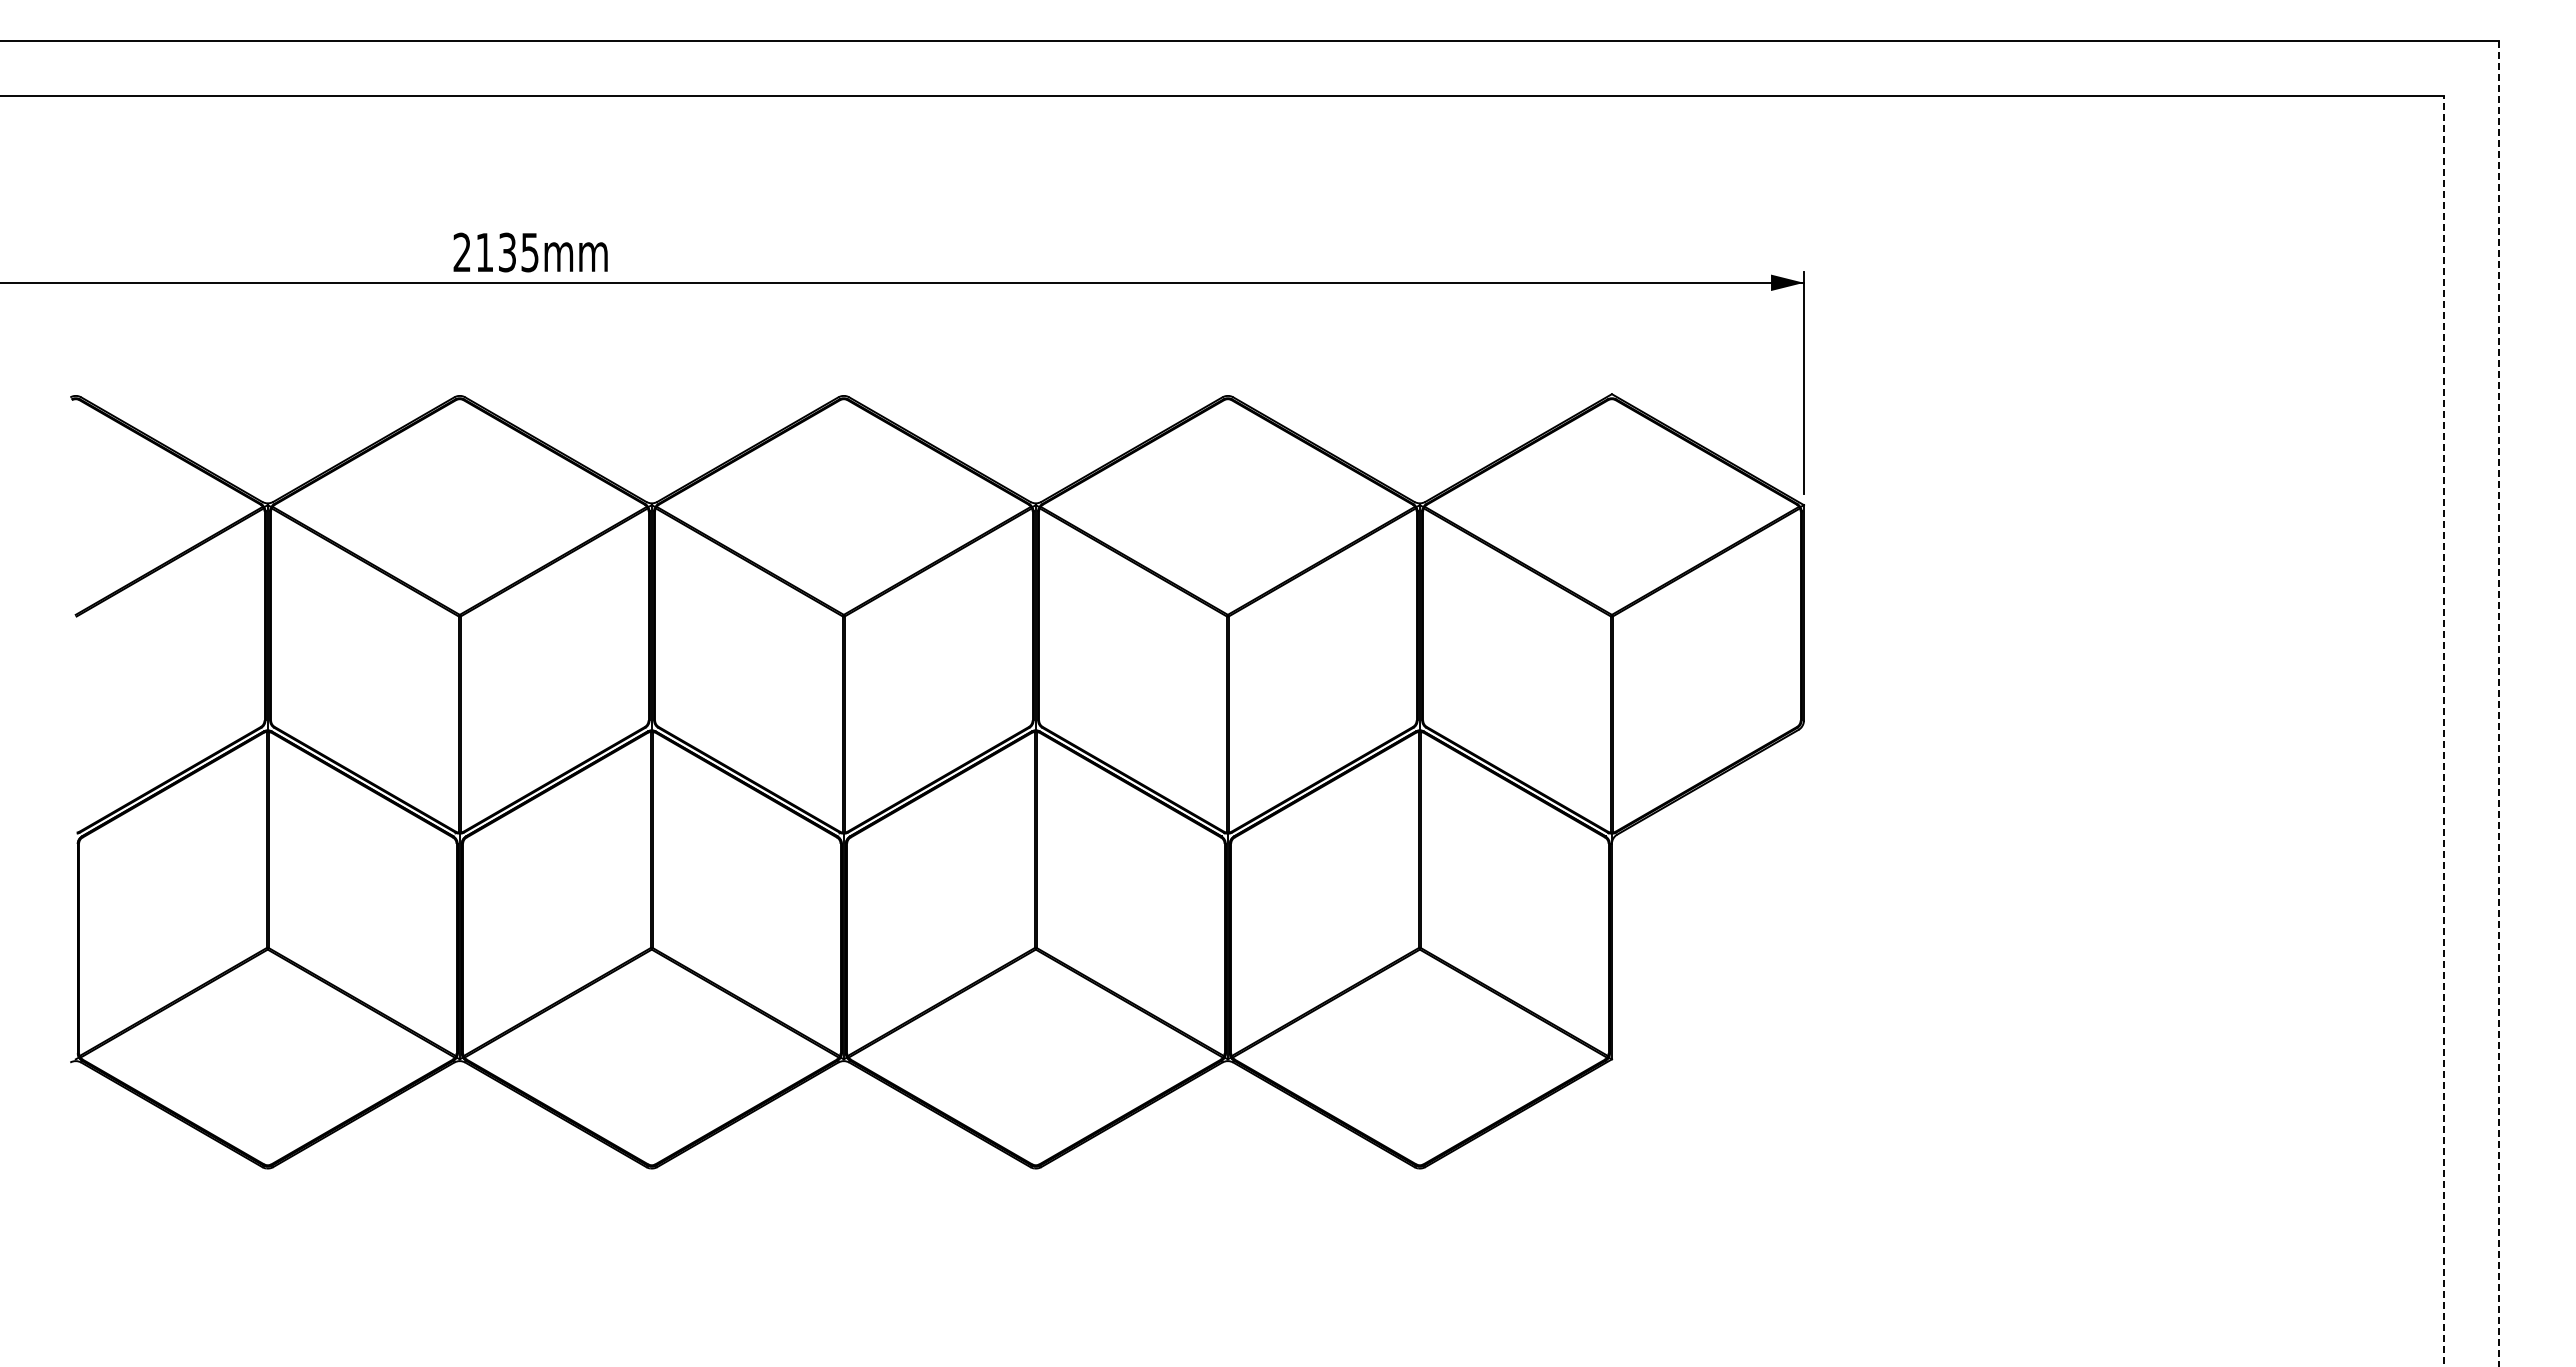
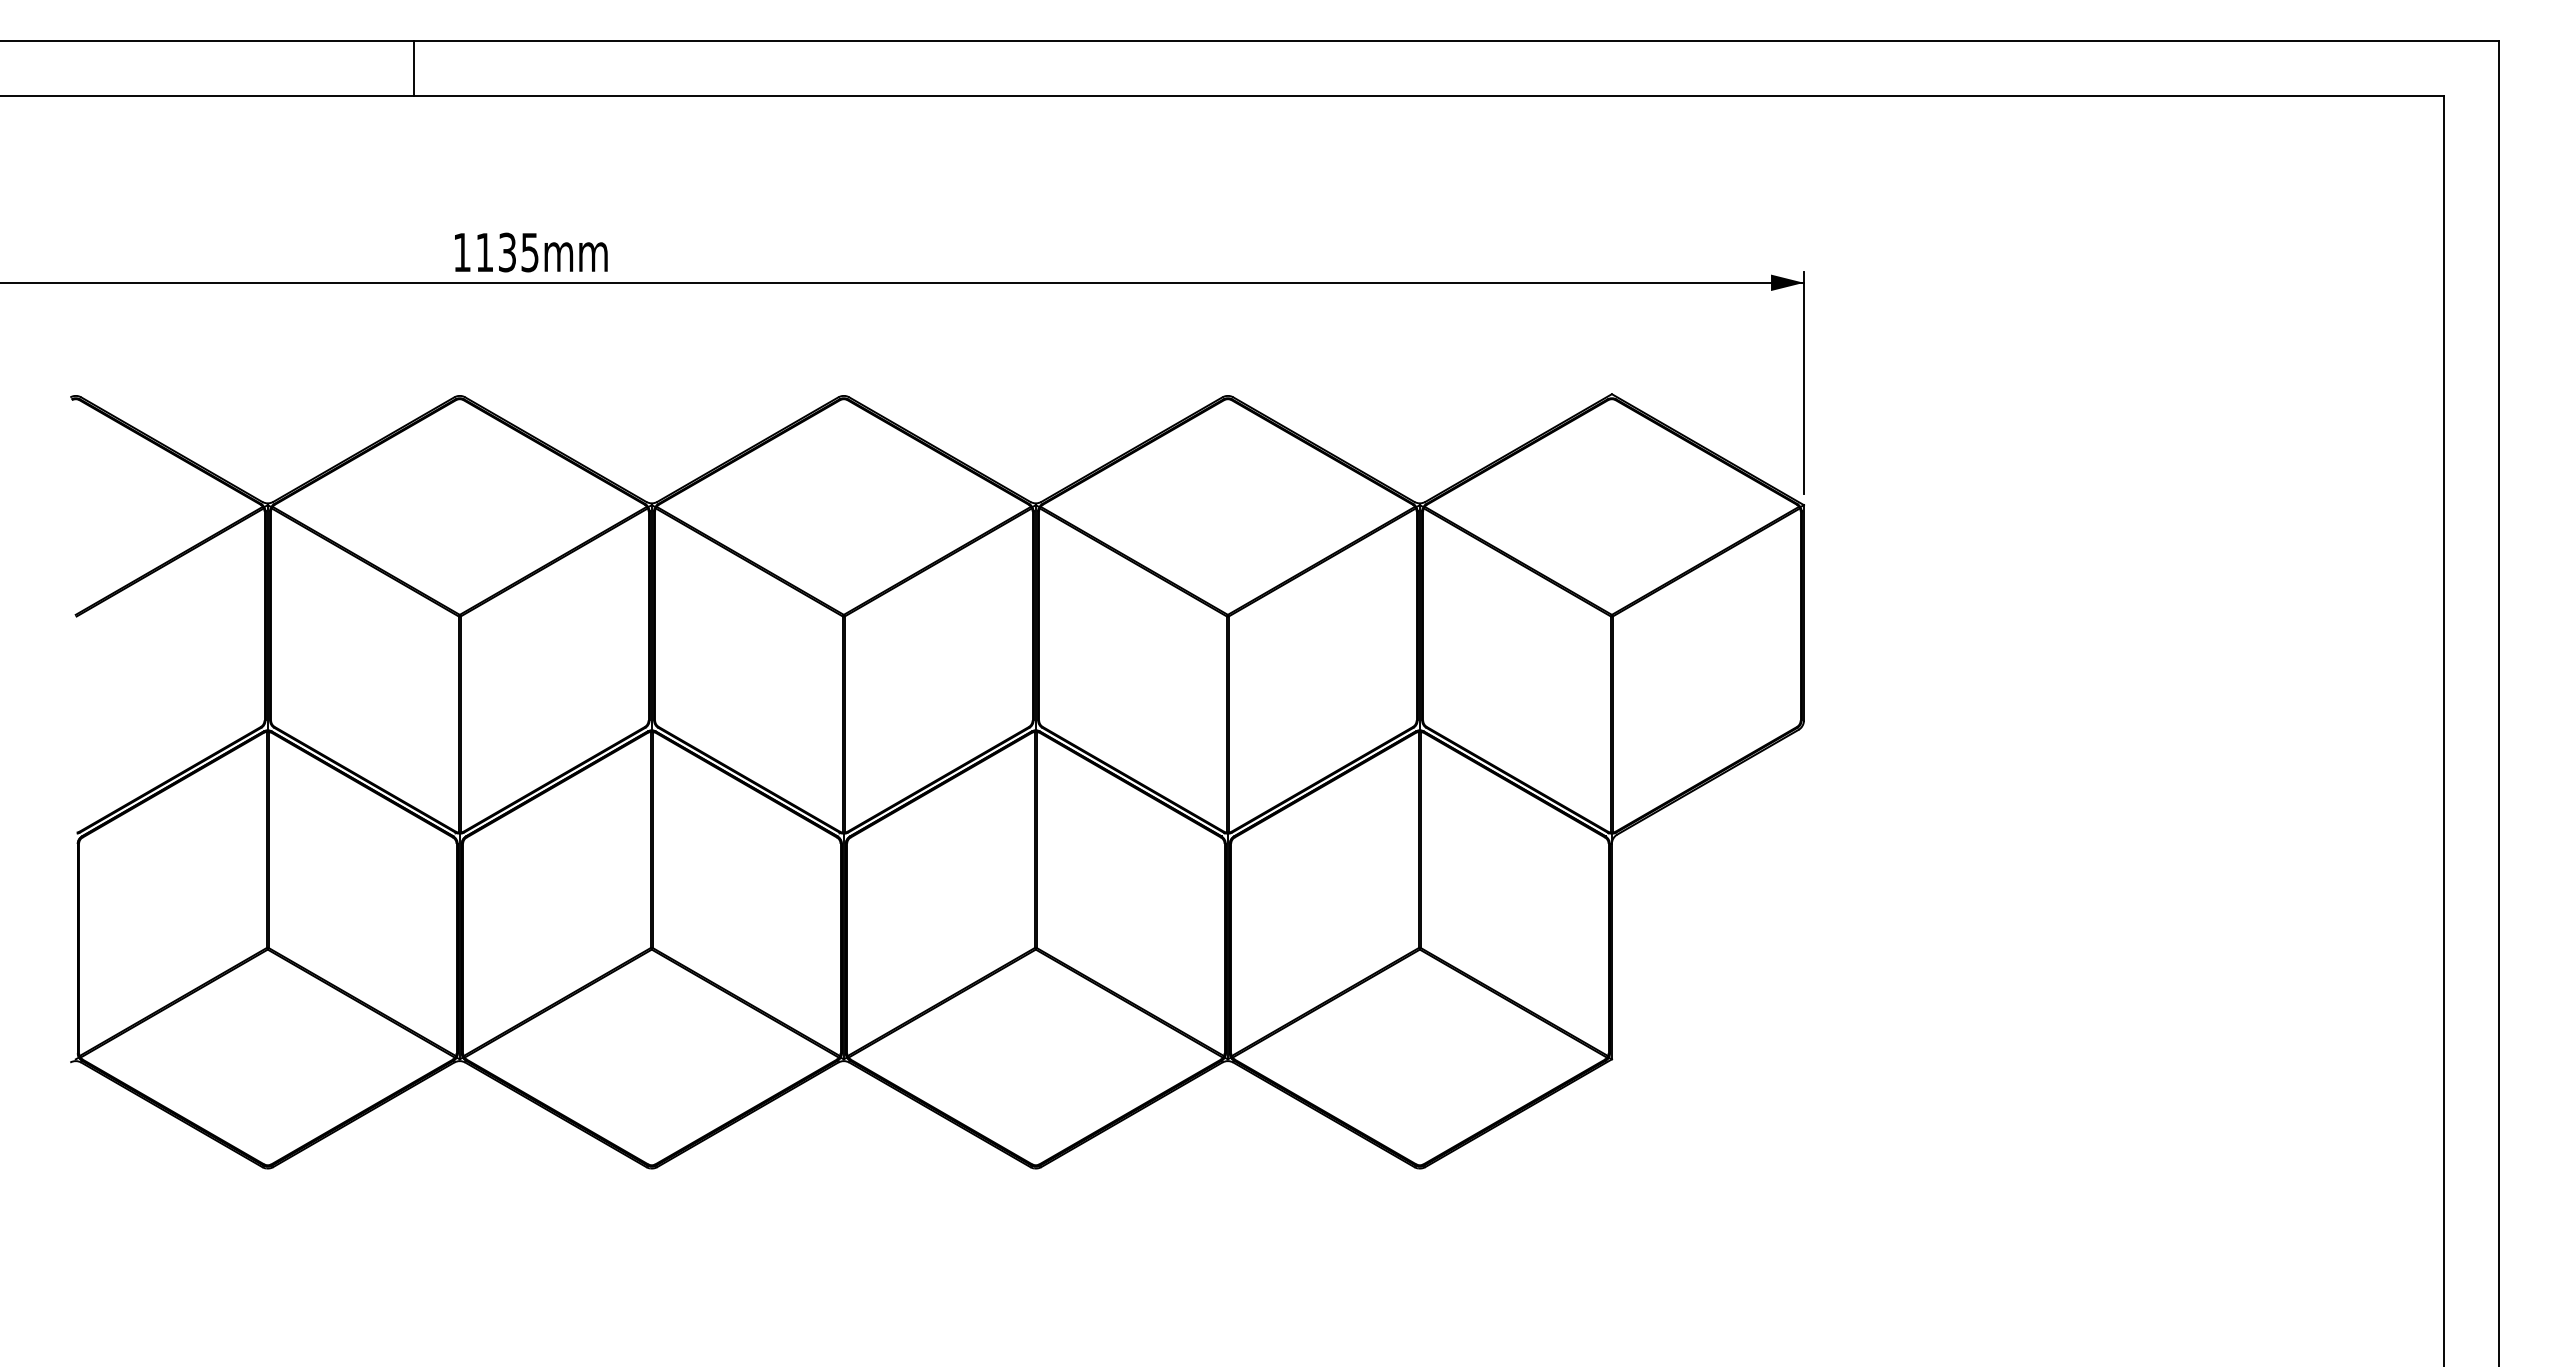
line at (413, 68): none -> present
text at (461, 251): 2135mm -> 1135mm
line at (2498, 704): dashed -> solid
line at (2443, 730): dashed -> solid
